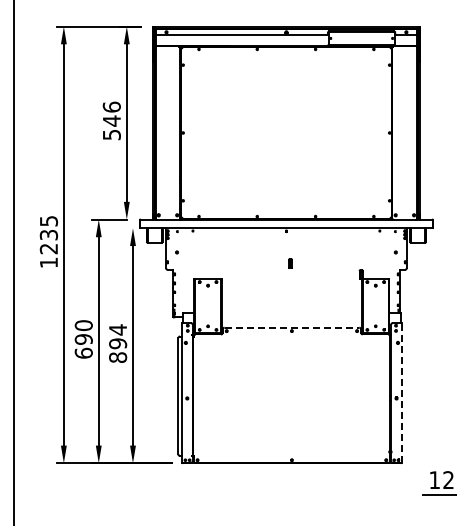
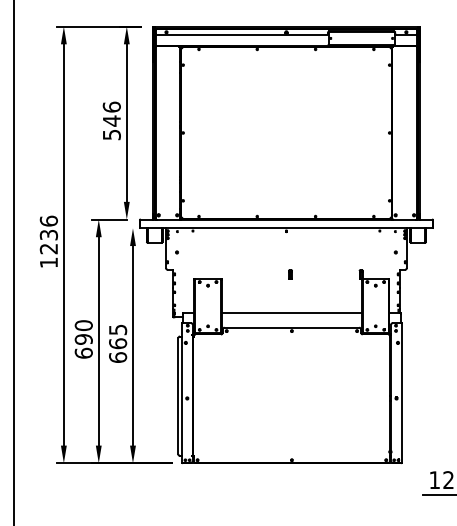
text at (48, 220): 1235 -> 1236
part at (290, 263) position: (290, 263) -> (290, 274)
line at (291, 313): none -> present
line at (292, 327): dashed -> solid
text at (118, 343): 894 -> 665
line at (402, 393): dashed -> solid
